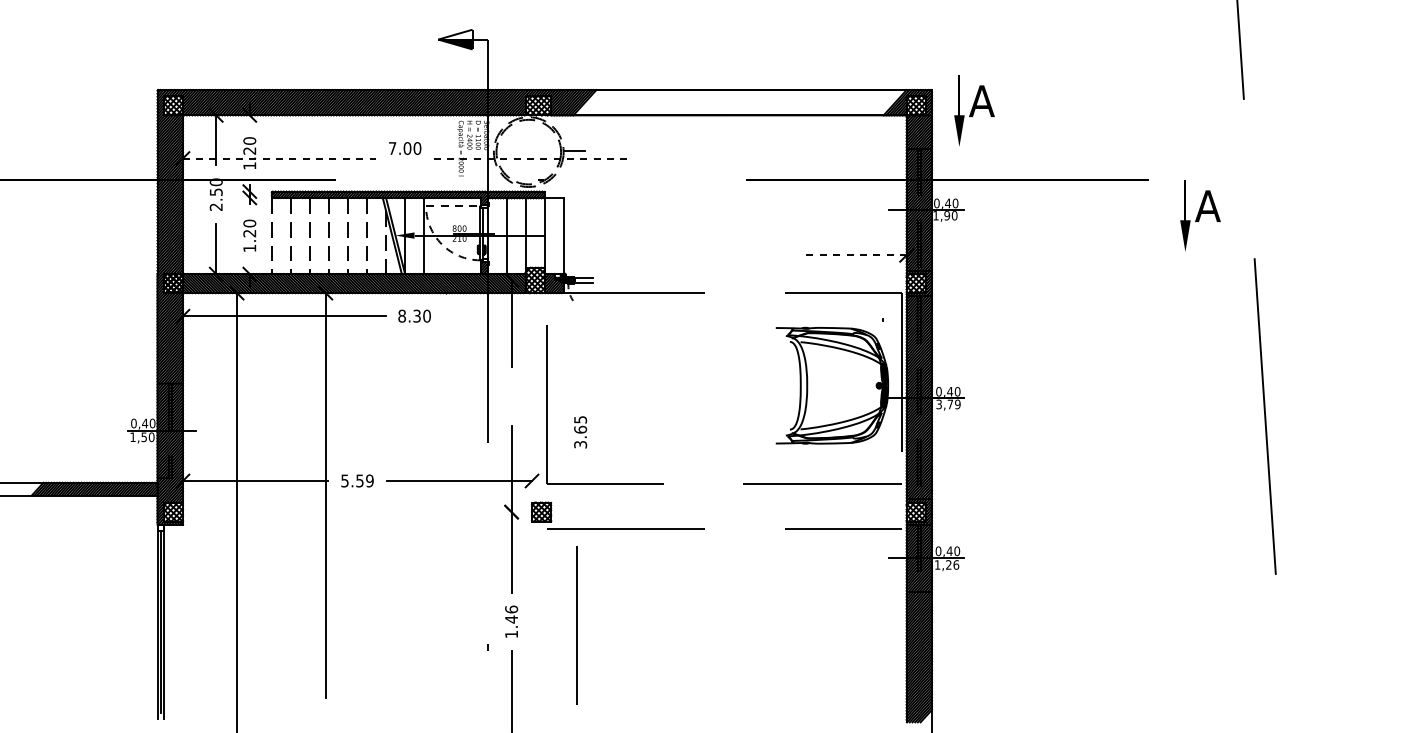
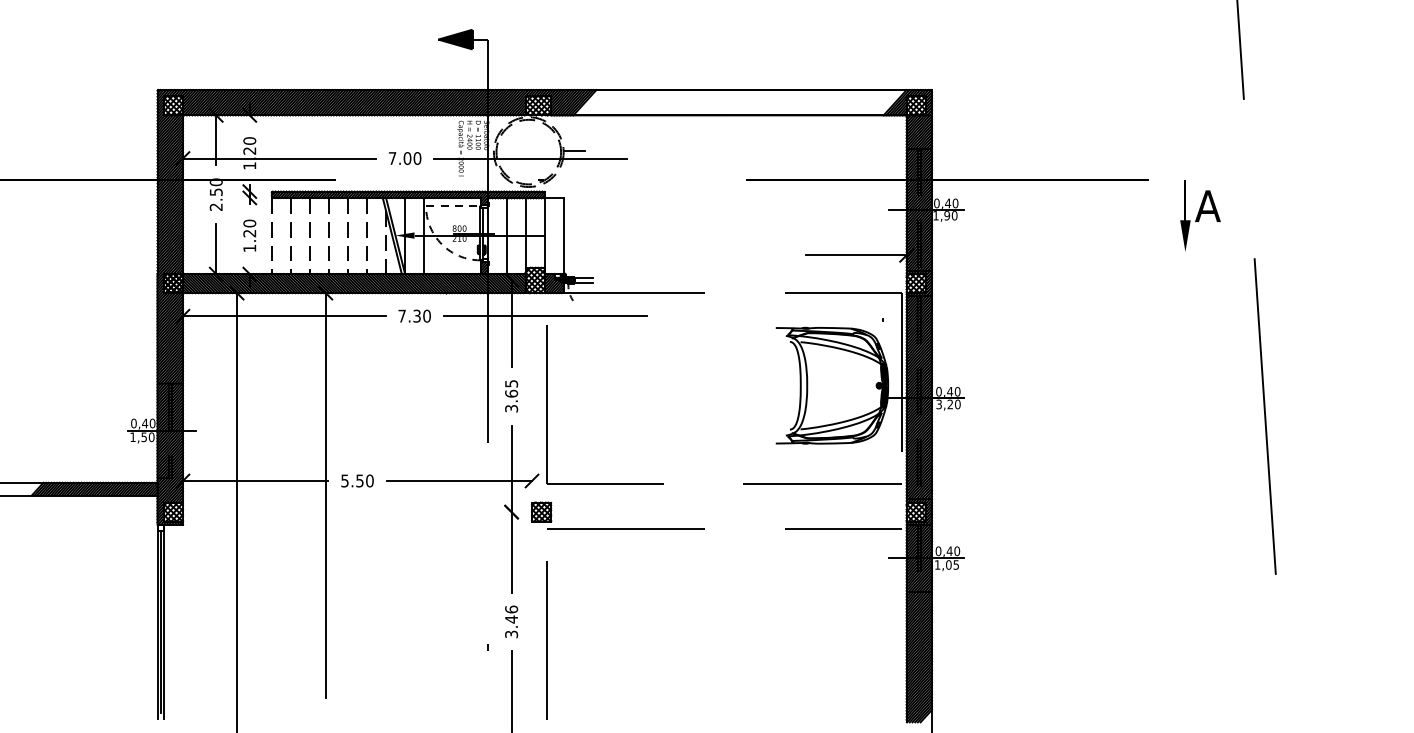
fill at (455, 34): none -> present
part at (974, 110): present -> none
text at (405, 148) position: (405, 148) -> (405, 158)
line at (279, 158): dashed -> solid
line at (530, 158): dashed -> solid
line at (856, 255): dashed -> solid
text at (401, 315): 8.30 -> 7.30
line at (544, 316): none -> present
text at (953, 404): 3,79 -> 3,20
text at (580, 432) position: (580, 432) -> (511, 396)
text at (369, 480): 5.59 -> 5.50
text at (952, 564): 1,26 -> 1,05
line at (576, 625) position: (576, 625) -> (546, 640)
text at (511, 634): 1.46 -> 3.46
